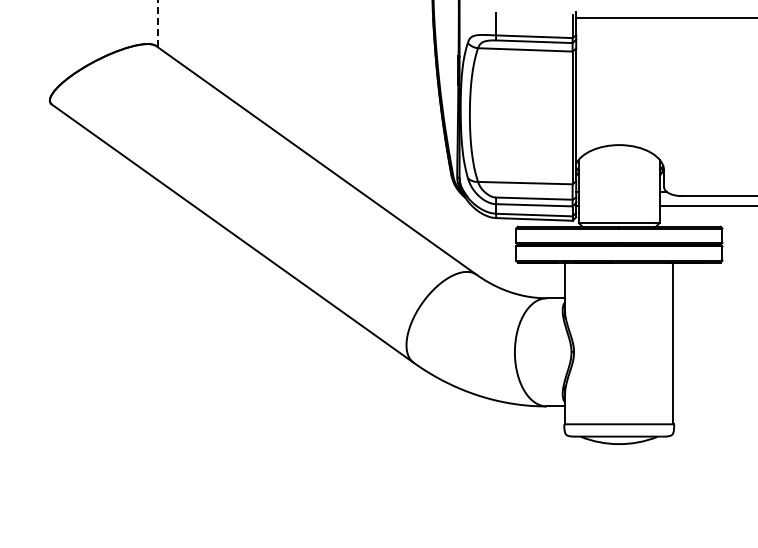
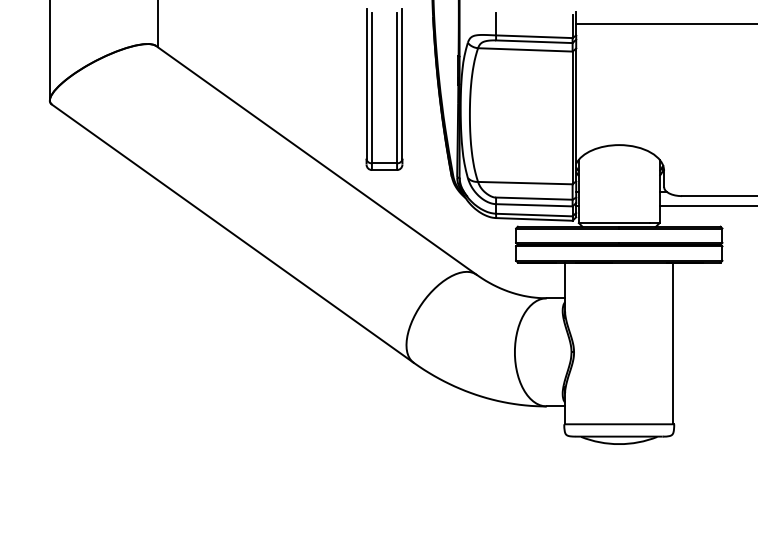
line at (665, 17) position: (665, 17) -> (665, 23)
line at (158, 23): dashed -> solid
line at (49, 51): none -> present
part at (372, 89): none -> present
